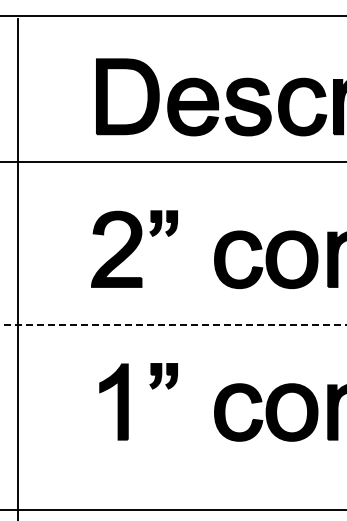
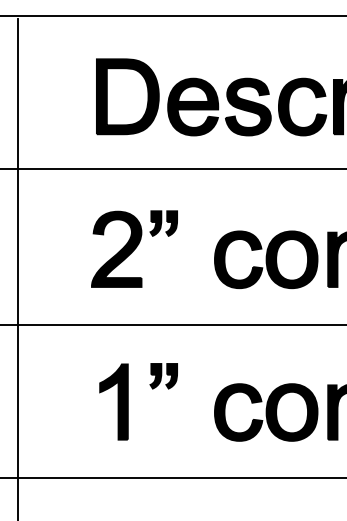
line at (172, 162) position: (172, 162) -> (172, 169)
line at (173, 324): dashed -> solid
line at (172, 510) position: (172, 510) -> (172, 478)
